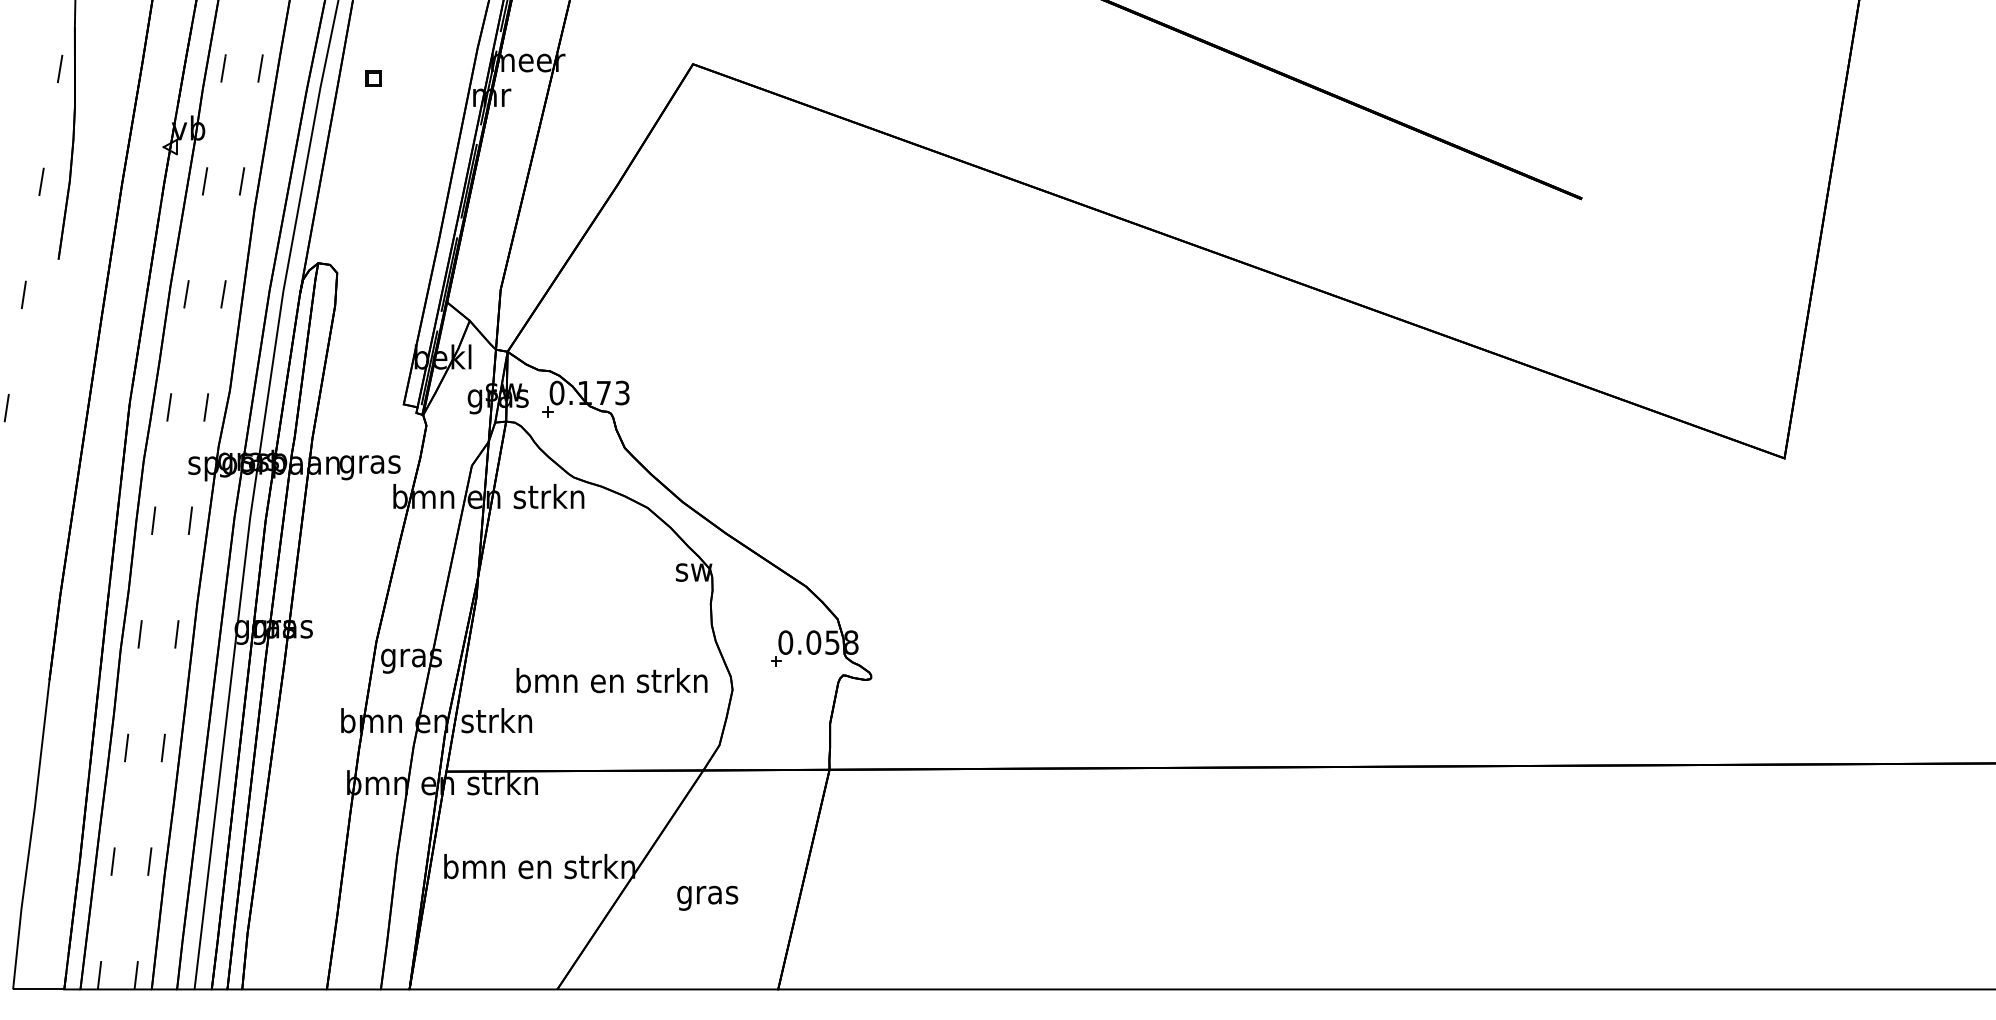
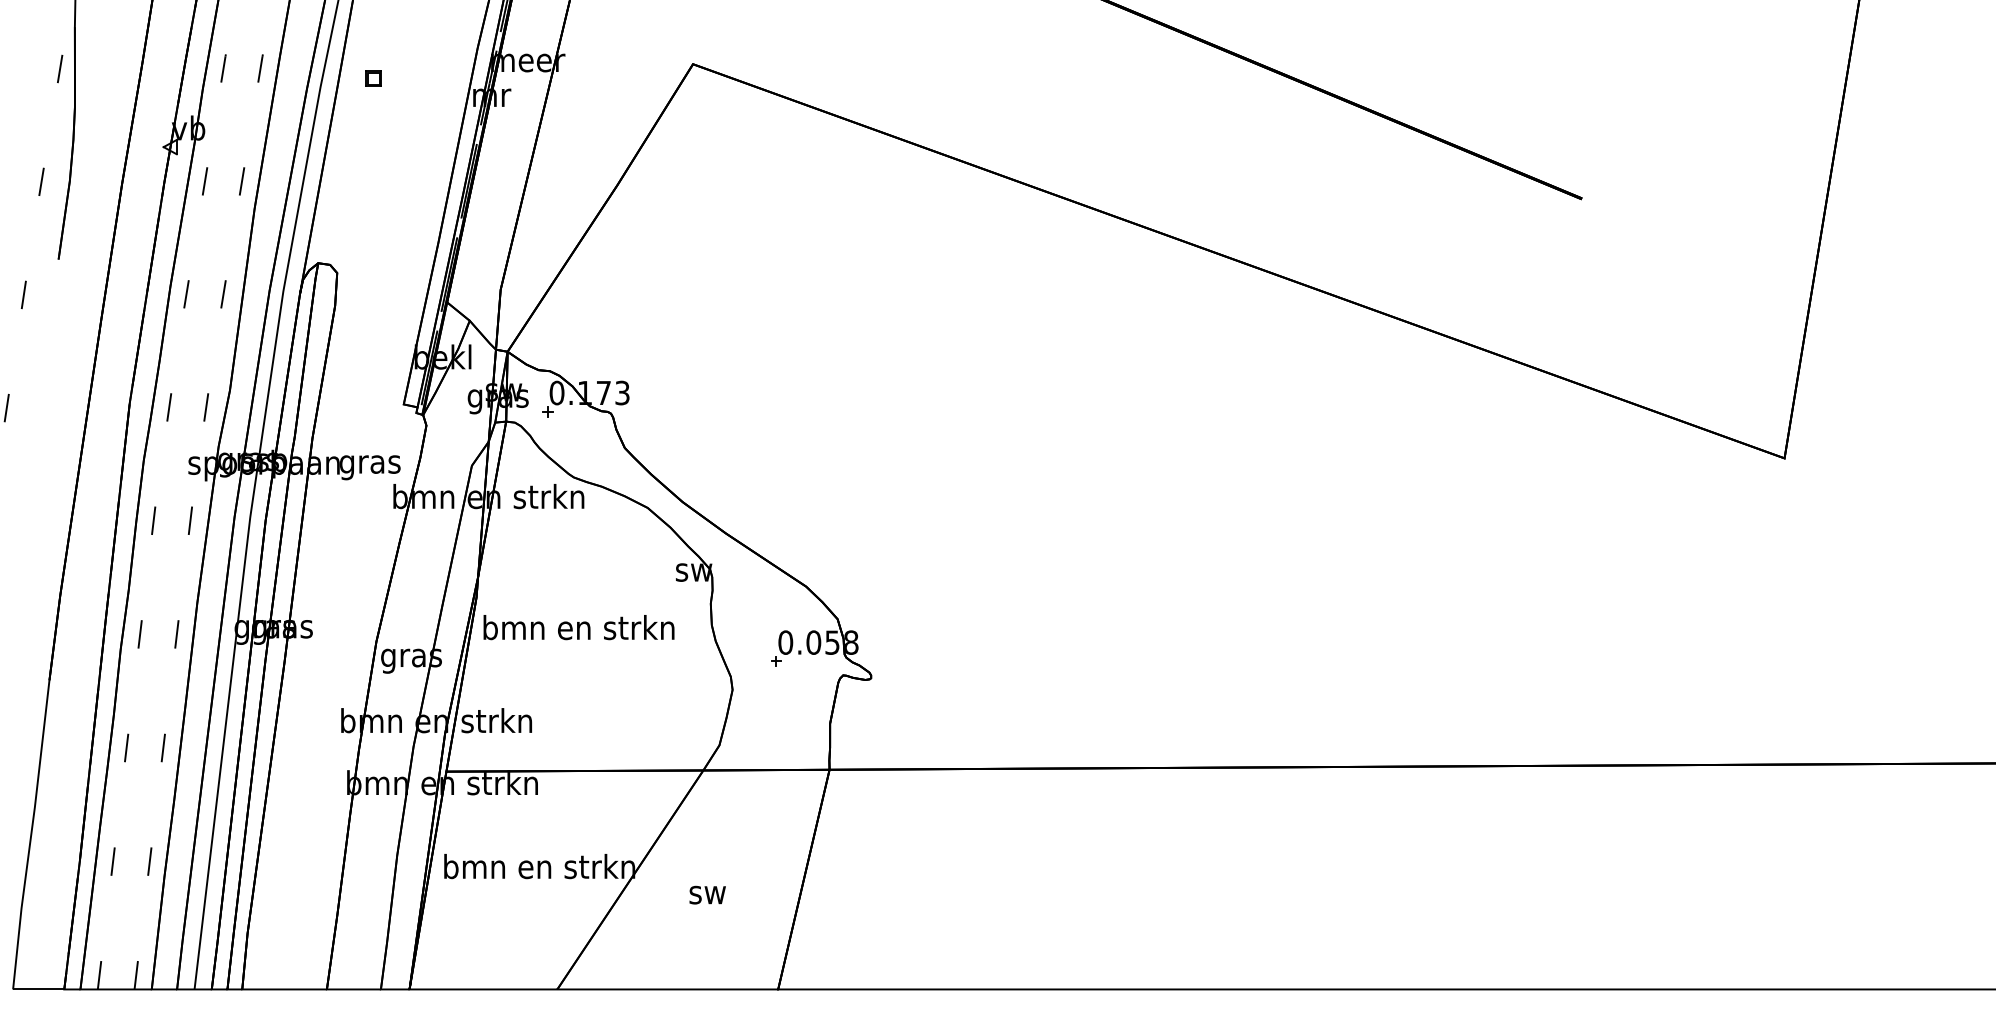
text at (611, 680) position: (611, 680) -> (578, 627)
text at (707, 897): gras -> sw
